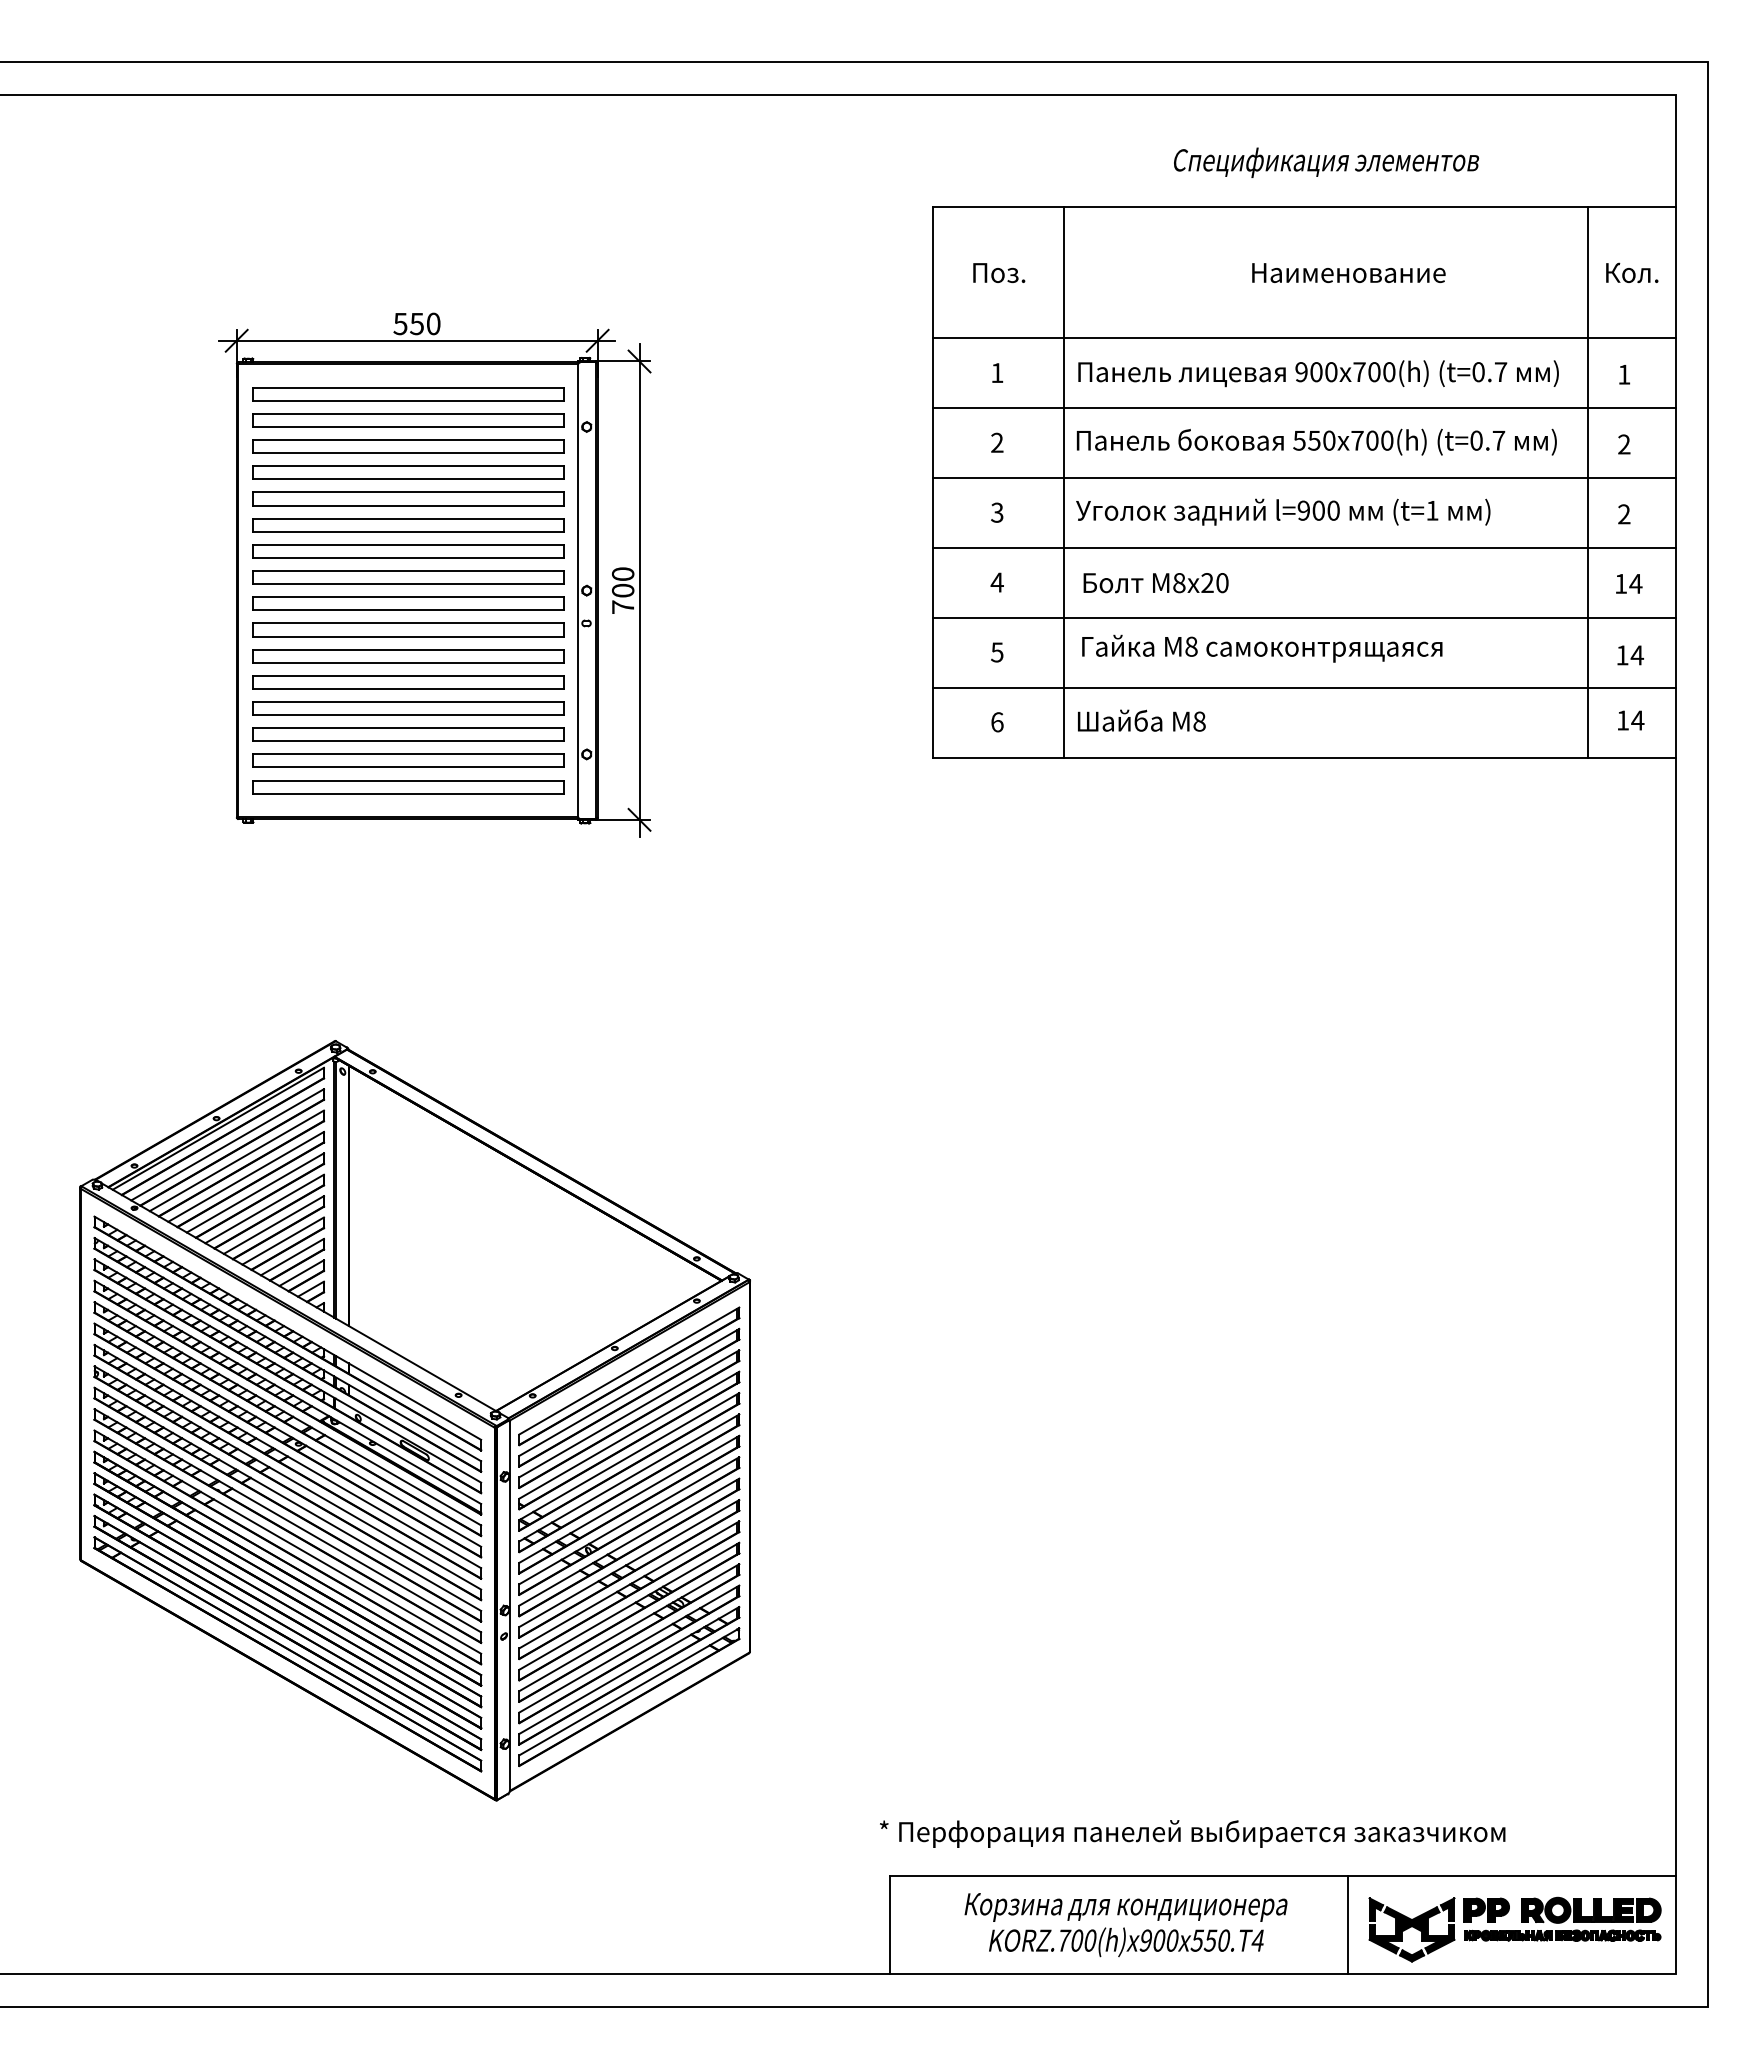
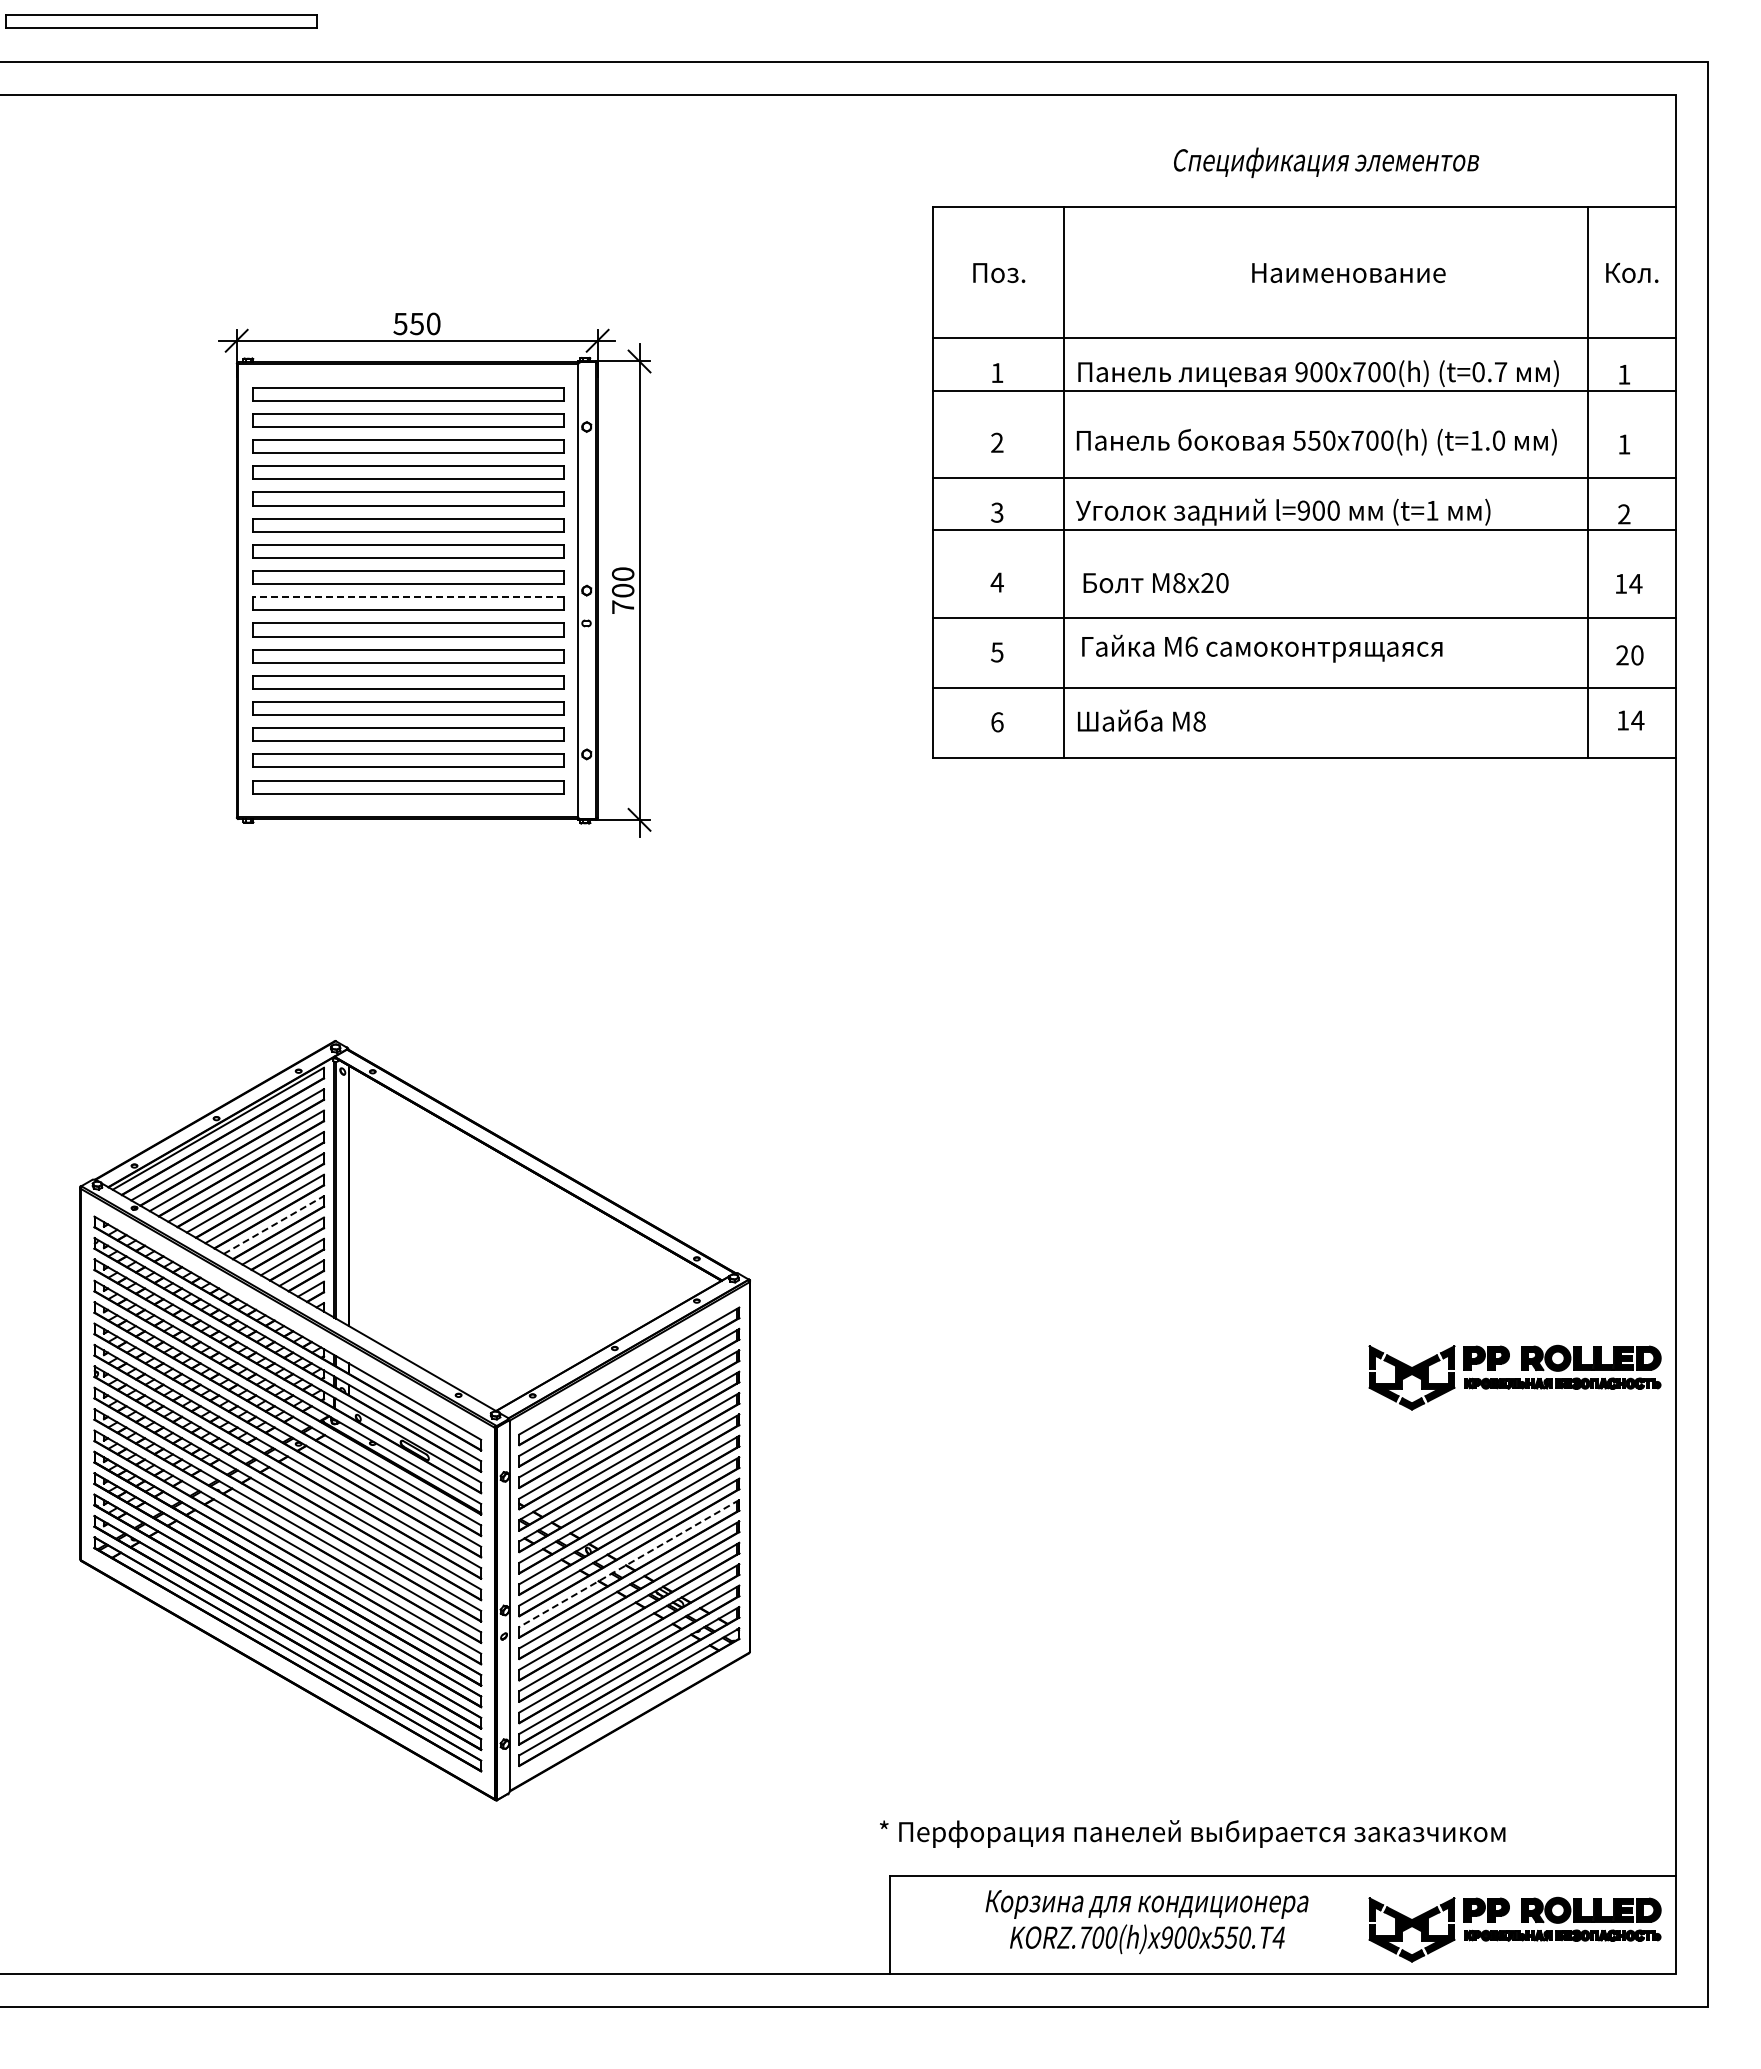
part at (161, 21): none -> present
line at (1304, 408) position: (1304, 408) -> (1304, 391)
text at (1487, 440): (t=0.7 -> (t=1.0
text at (1624, 444): 2 -> 1
line at (1304, 548) position: (1304, 548) -> (1304, 530)
line at (408, 597): solid -> dashed
text at (1191, 646): 8 -> 6
text at (1630, 655): 14 -> 20
line at (273, 1225): solid -> dashed
part at (1514, 1377): none -> present
line at (629, 1563): solid -> dashed
line at (1348, 1924): present -> none
text at (1125, 1925) position: (1125, 1925) -> (1146, 1922)
